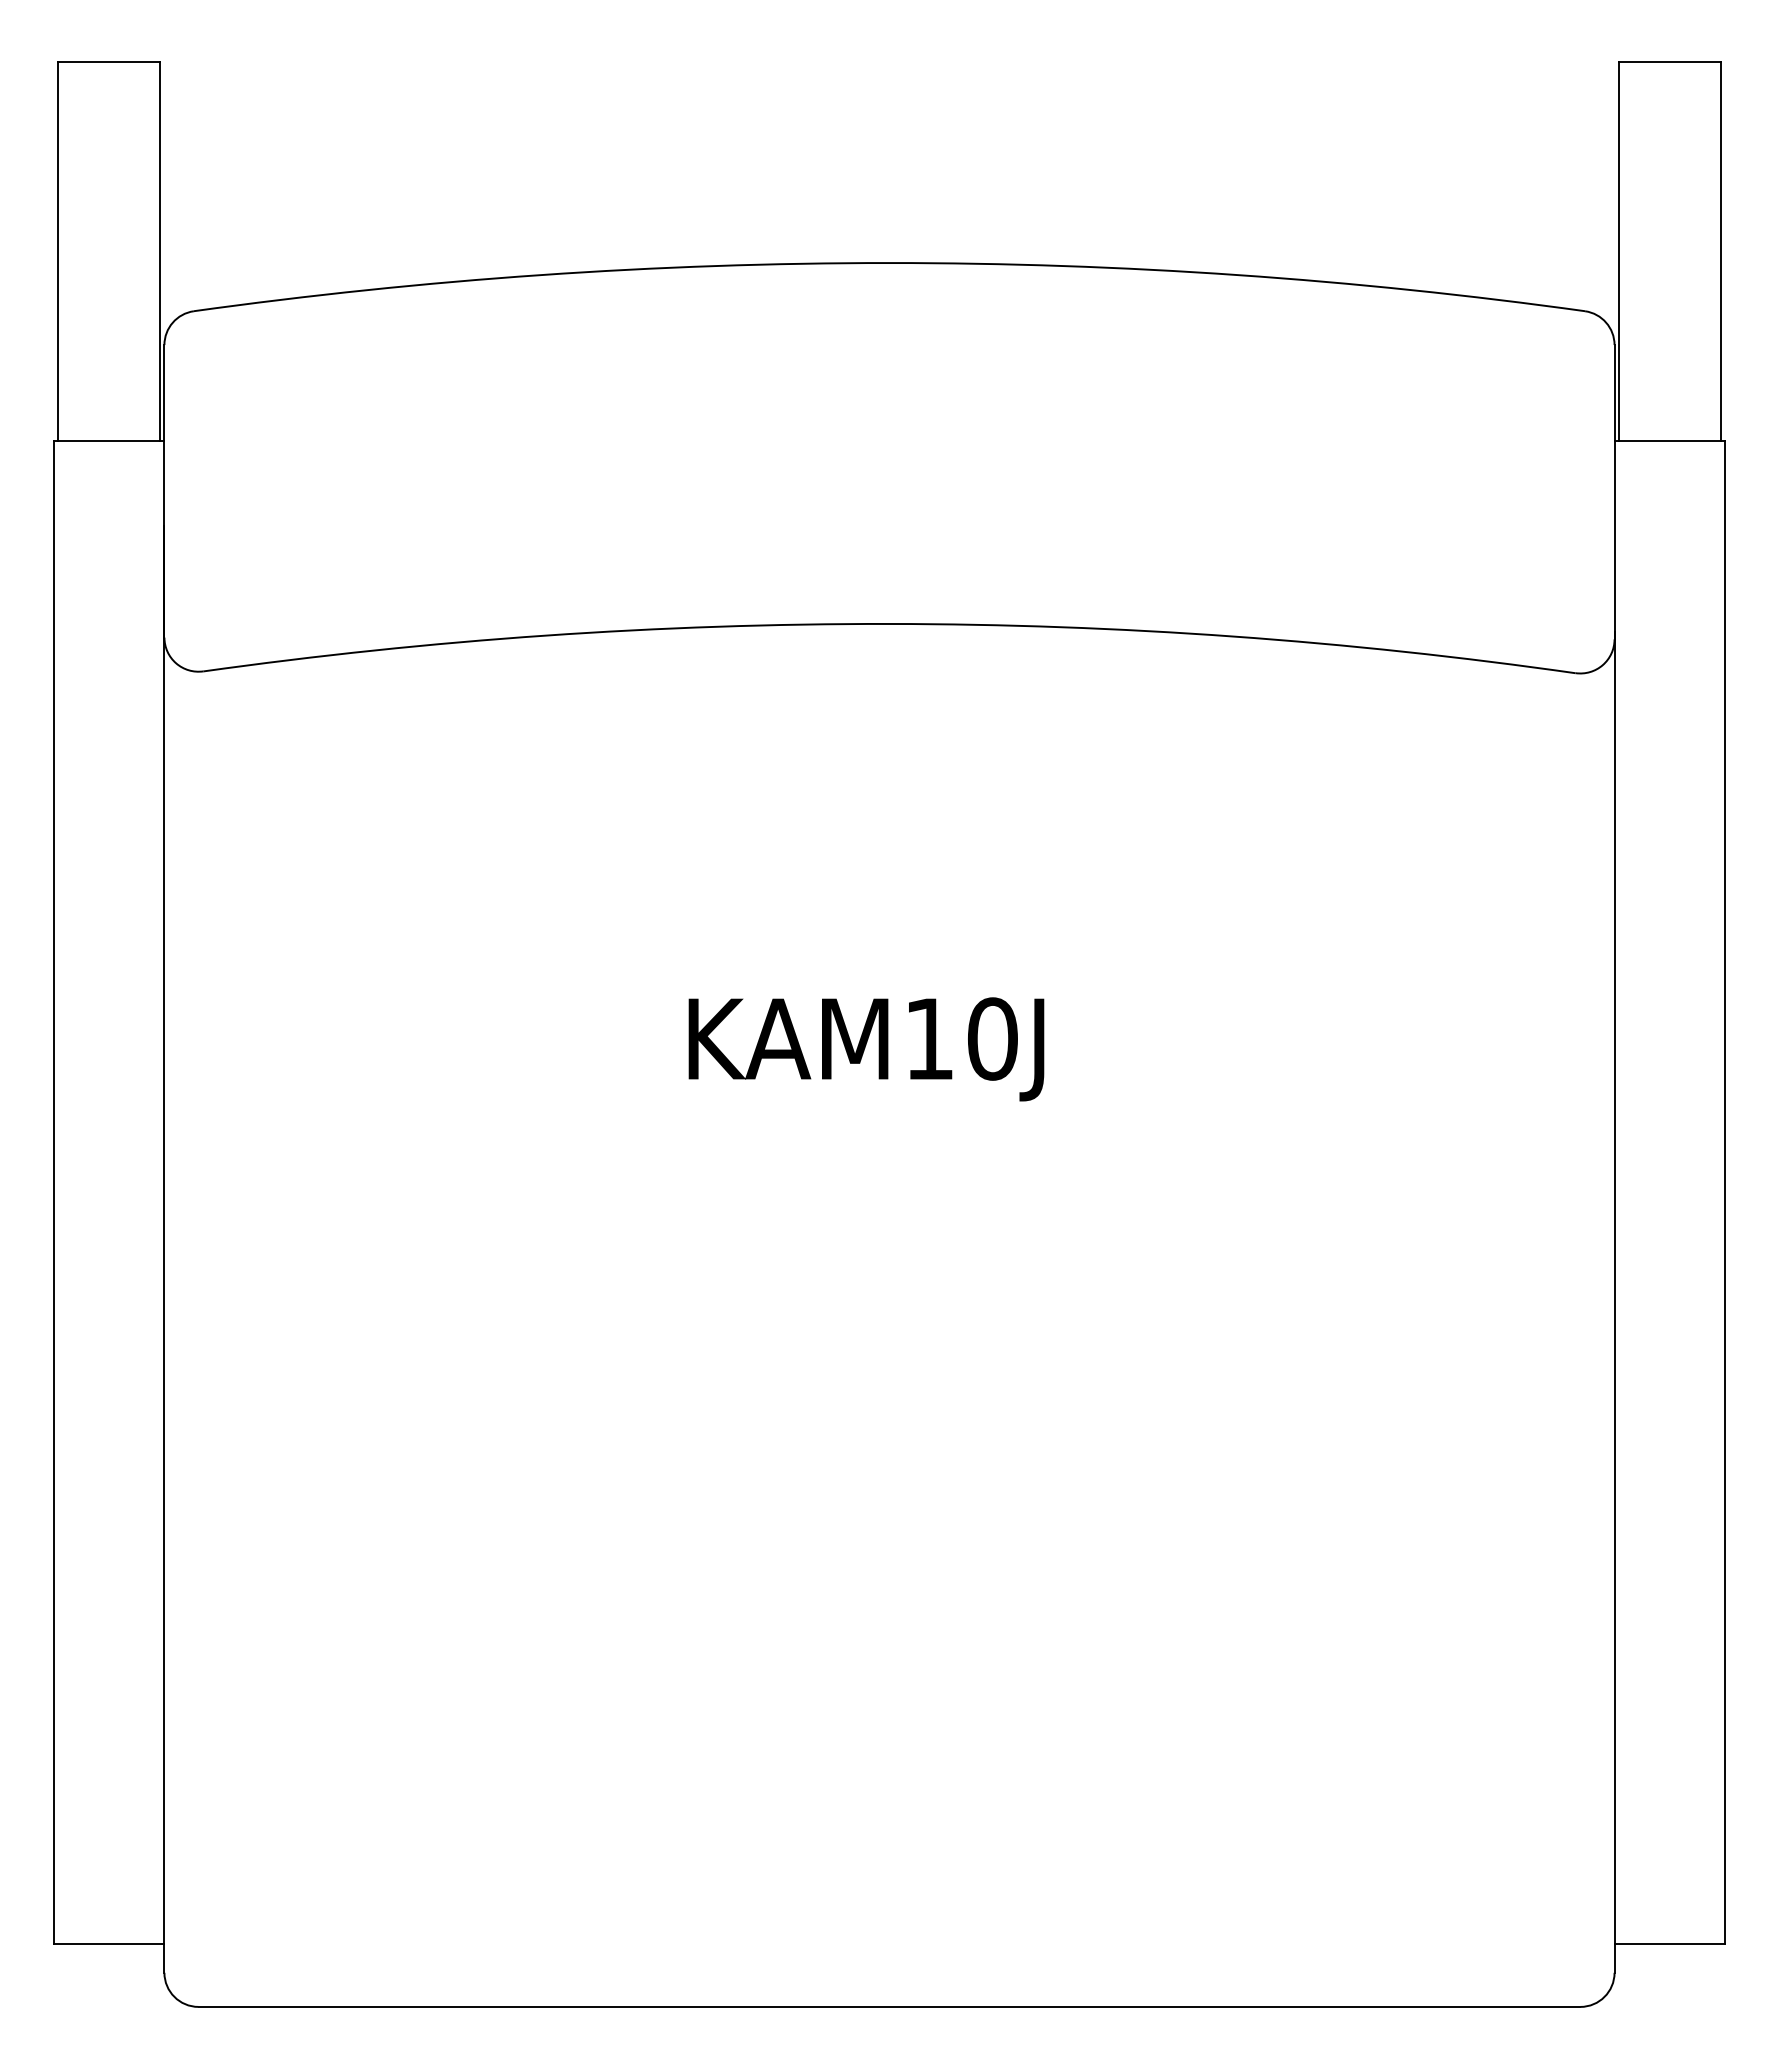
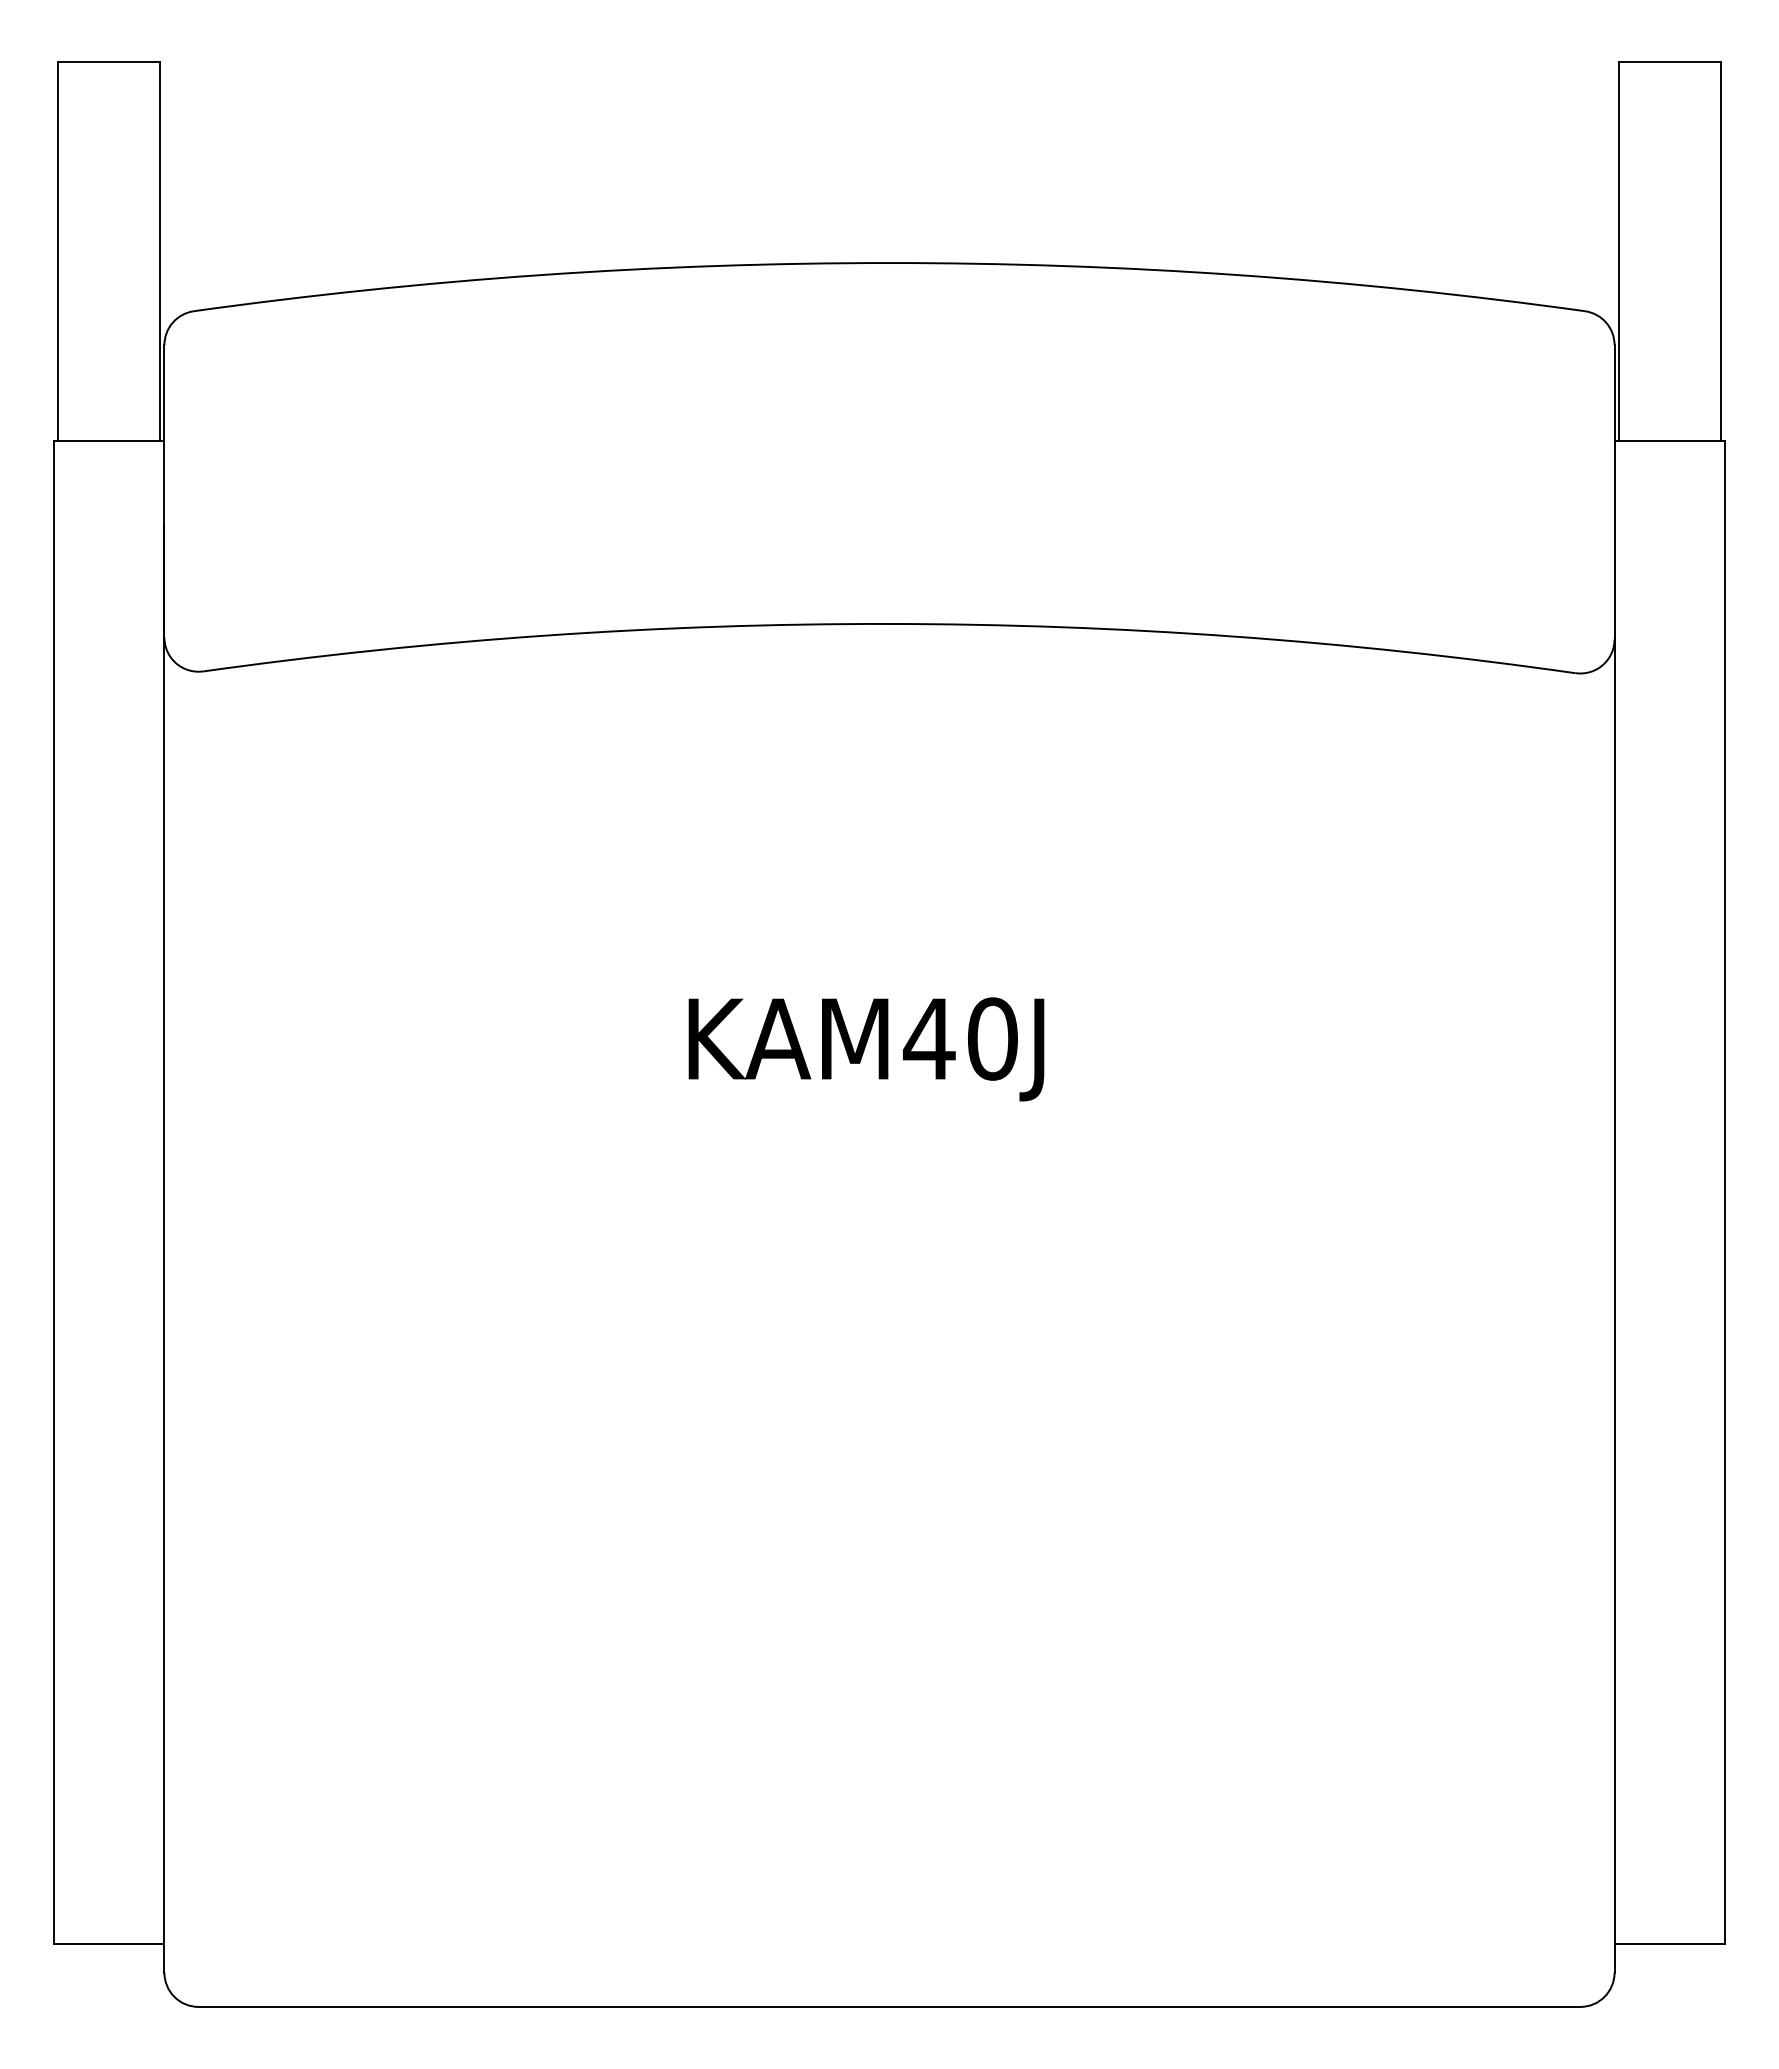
text at (929, 1038): KAM10J -> KAM40J
